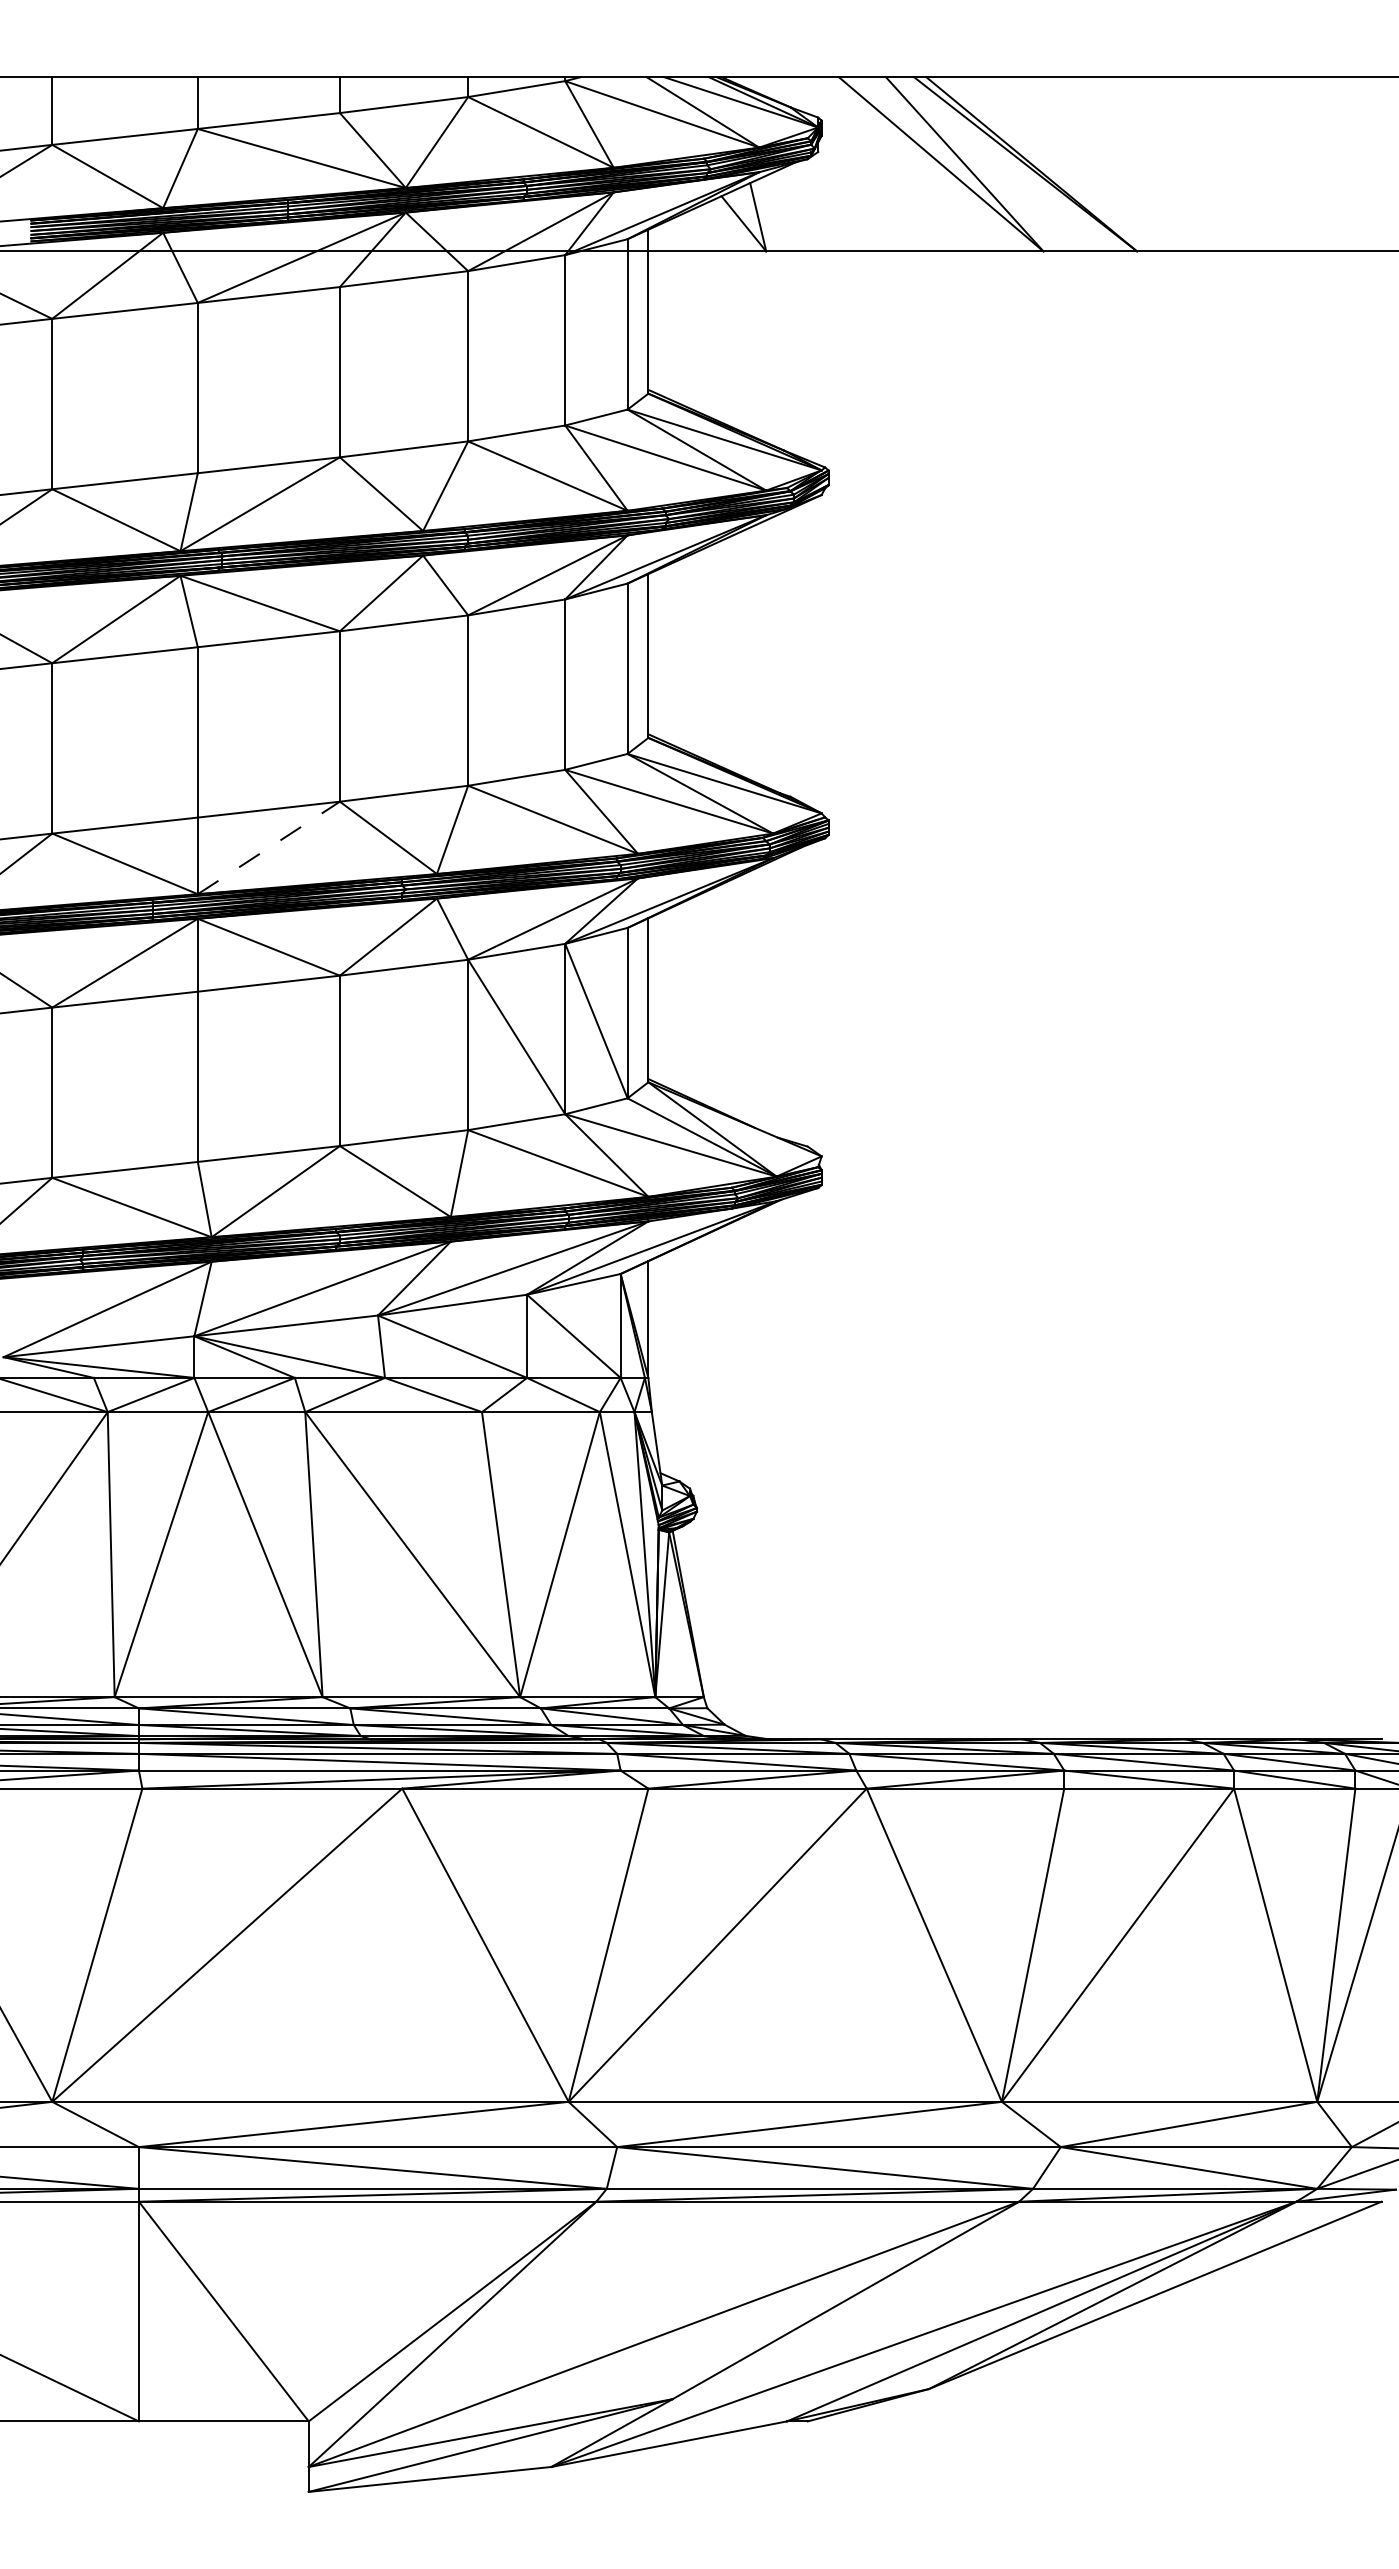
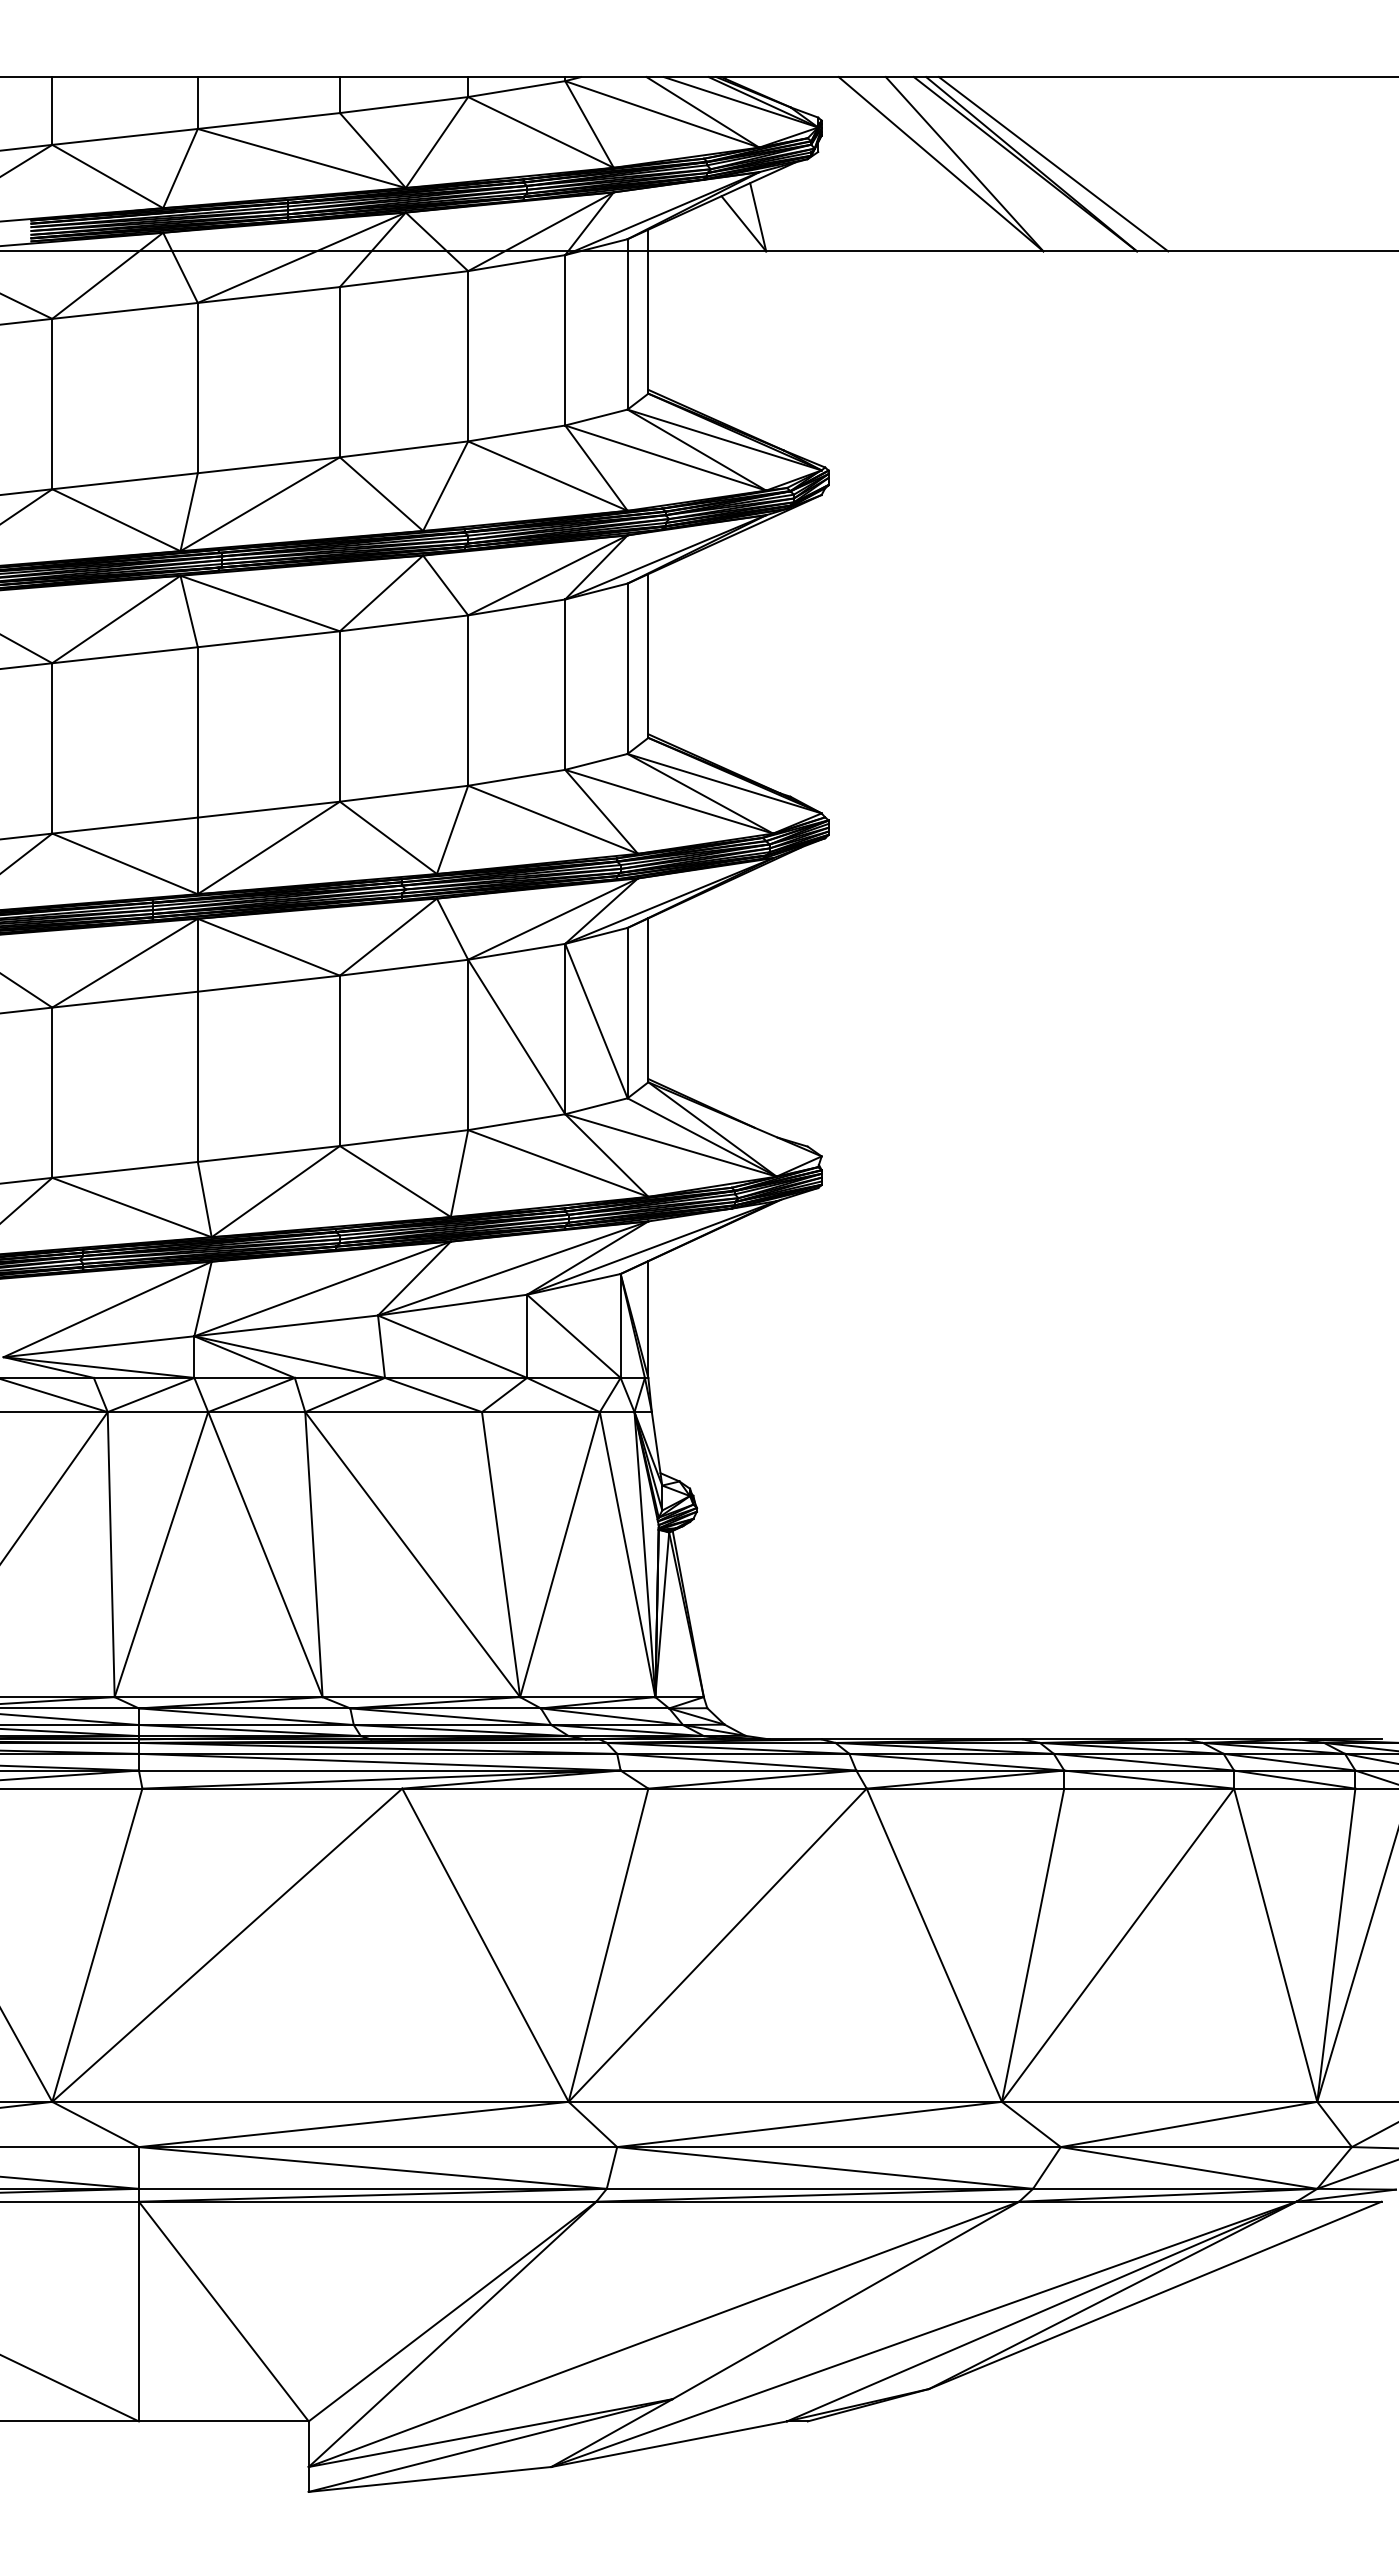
line at (1053, 164): none -> present
line at (268, 847): dashed -> solid
